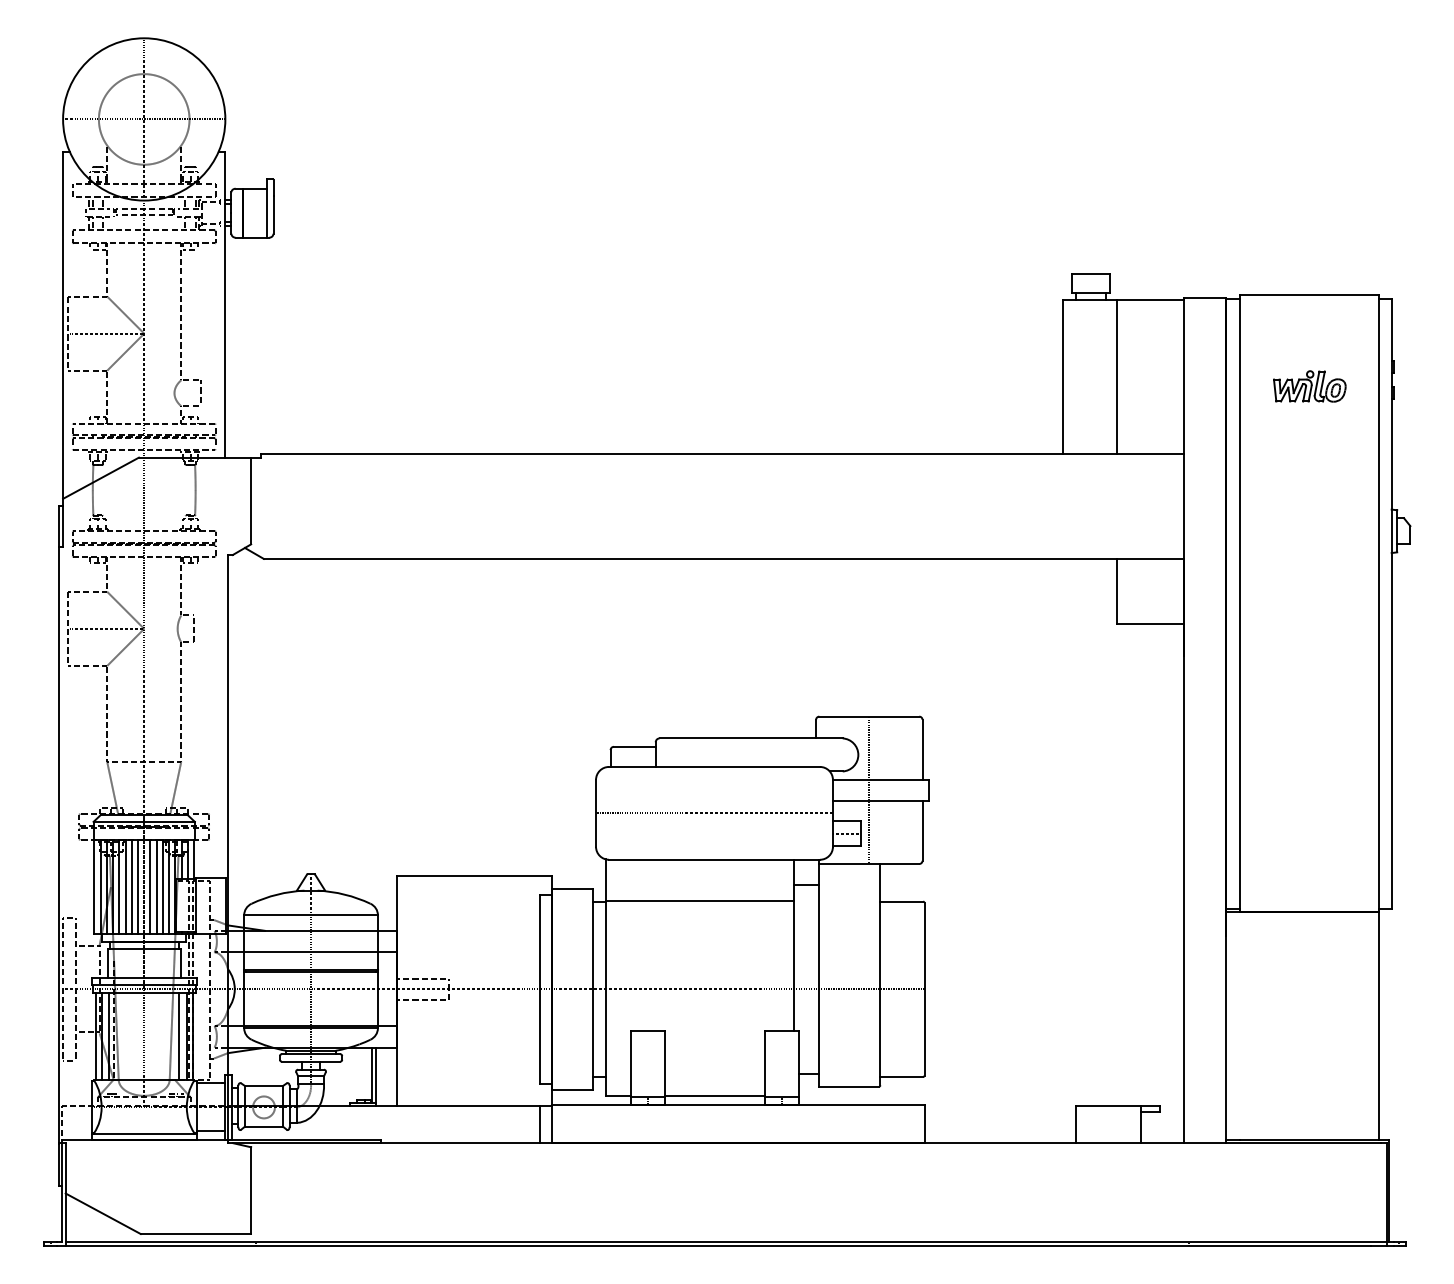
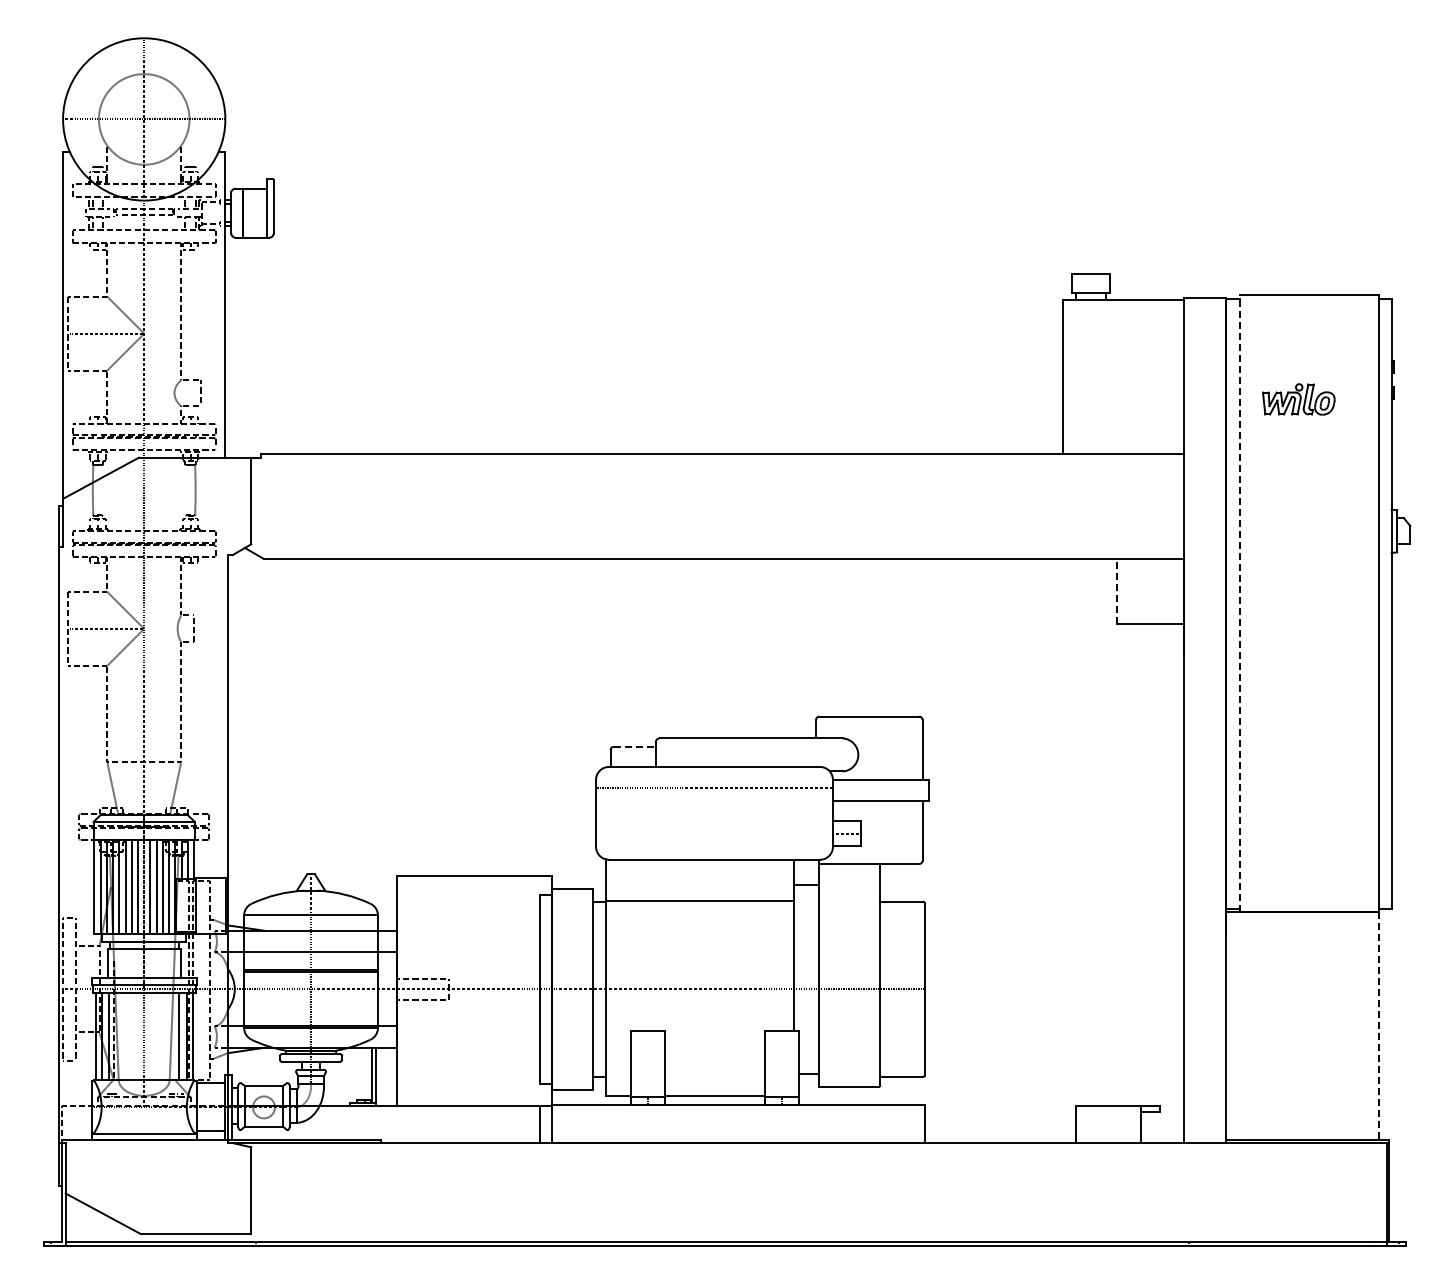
line at (1117, 376): present -> none
part at (1309, 386) position: (1309, 386) -> (1298, 399)
line at (1117, 591): solid -> dashed
line at (1240, 603): solid -> dashed
line at (634, 746): solid -> dashed
line at (869, 790): present -> none
line at (714, 813) position: (714, 813) -> (714, 788)
line at (1379, 1025): solid -> dashed
